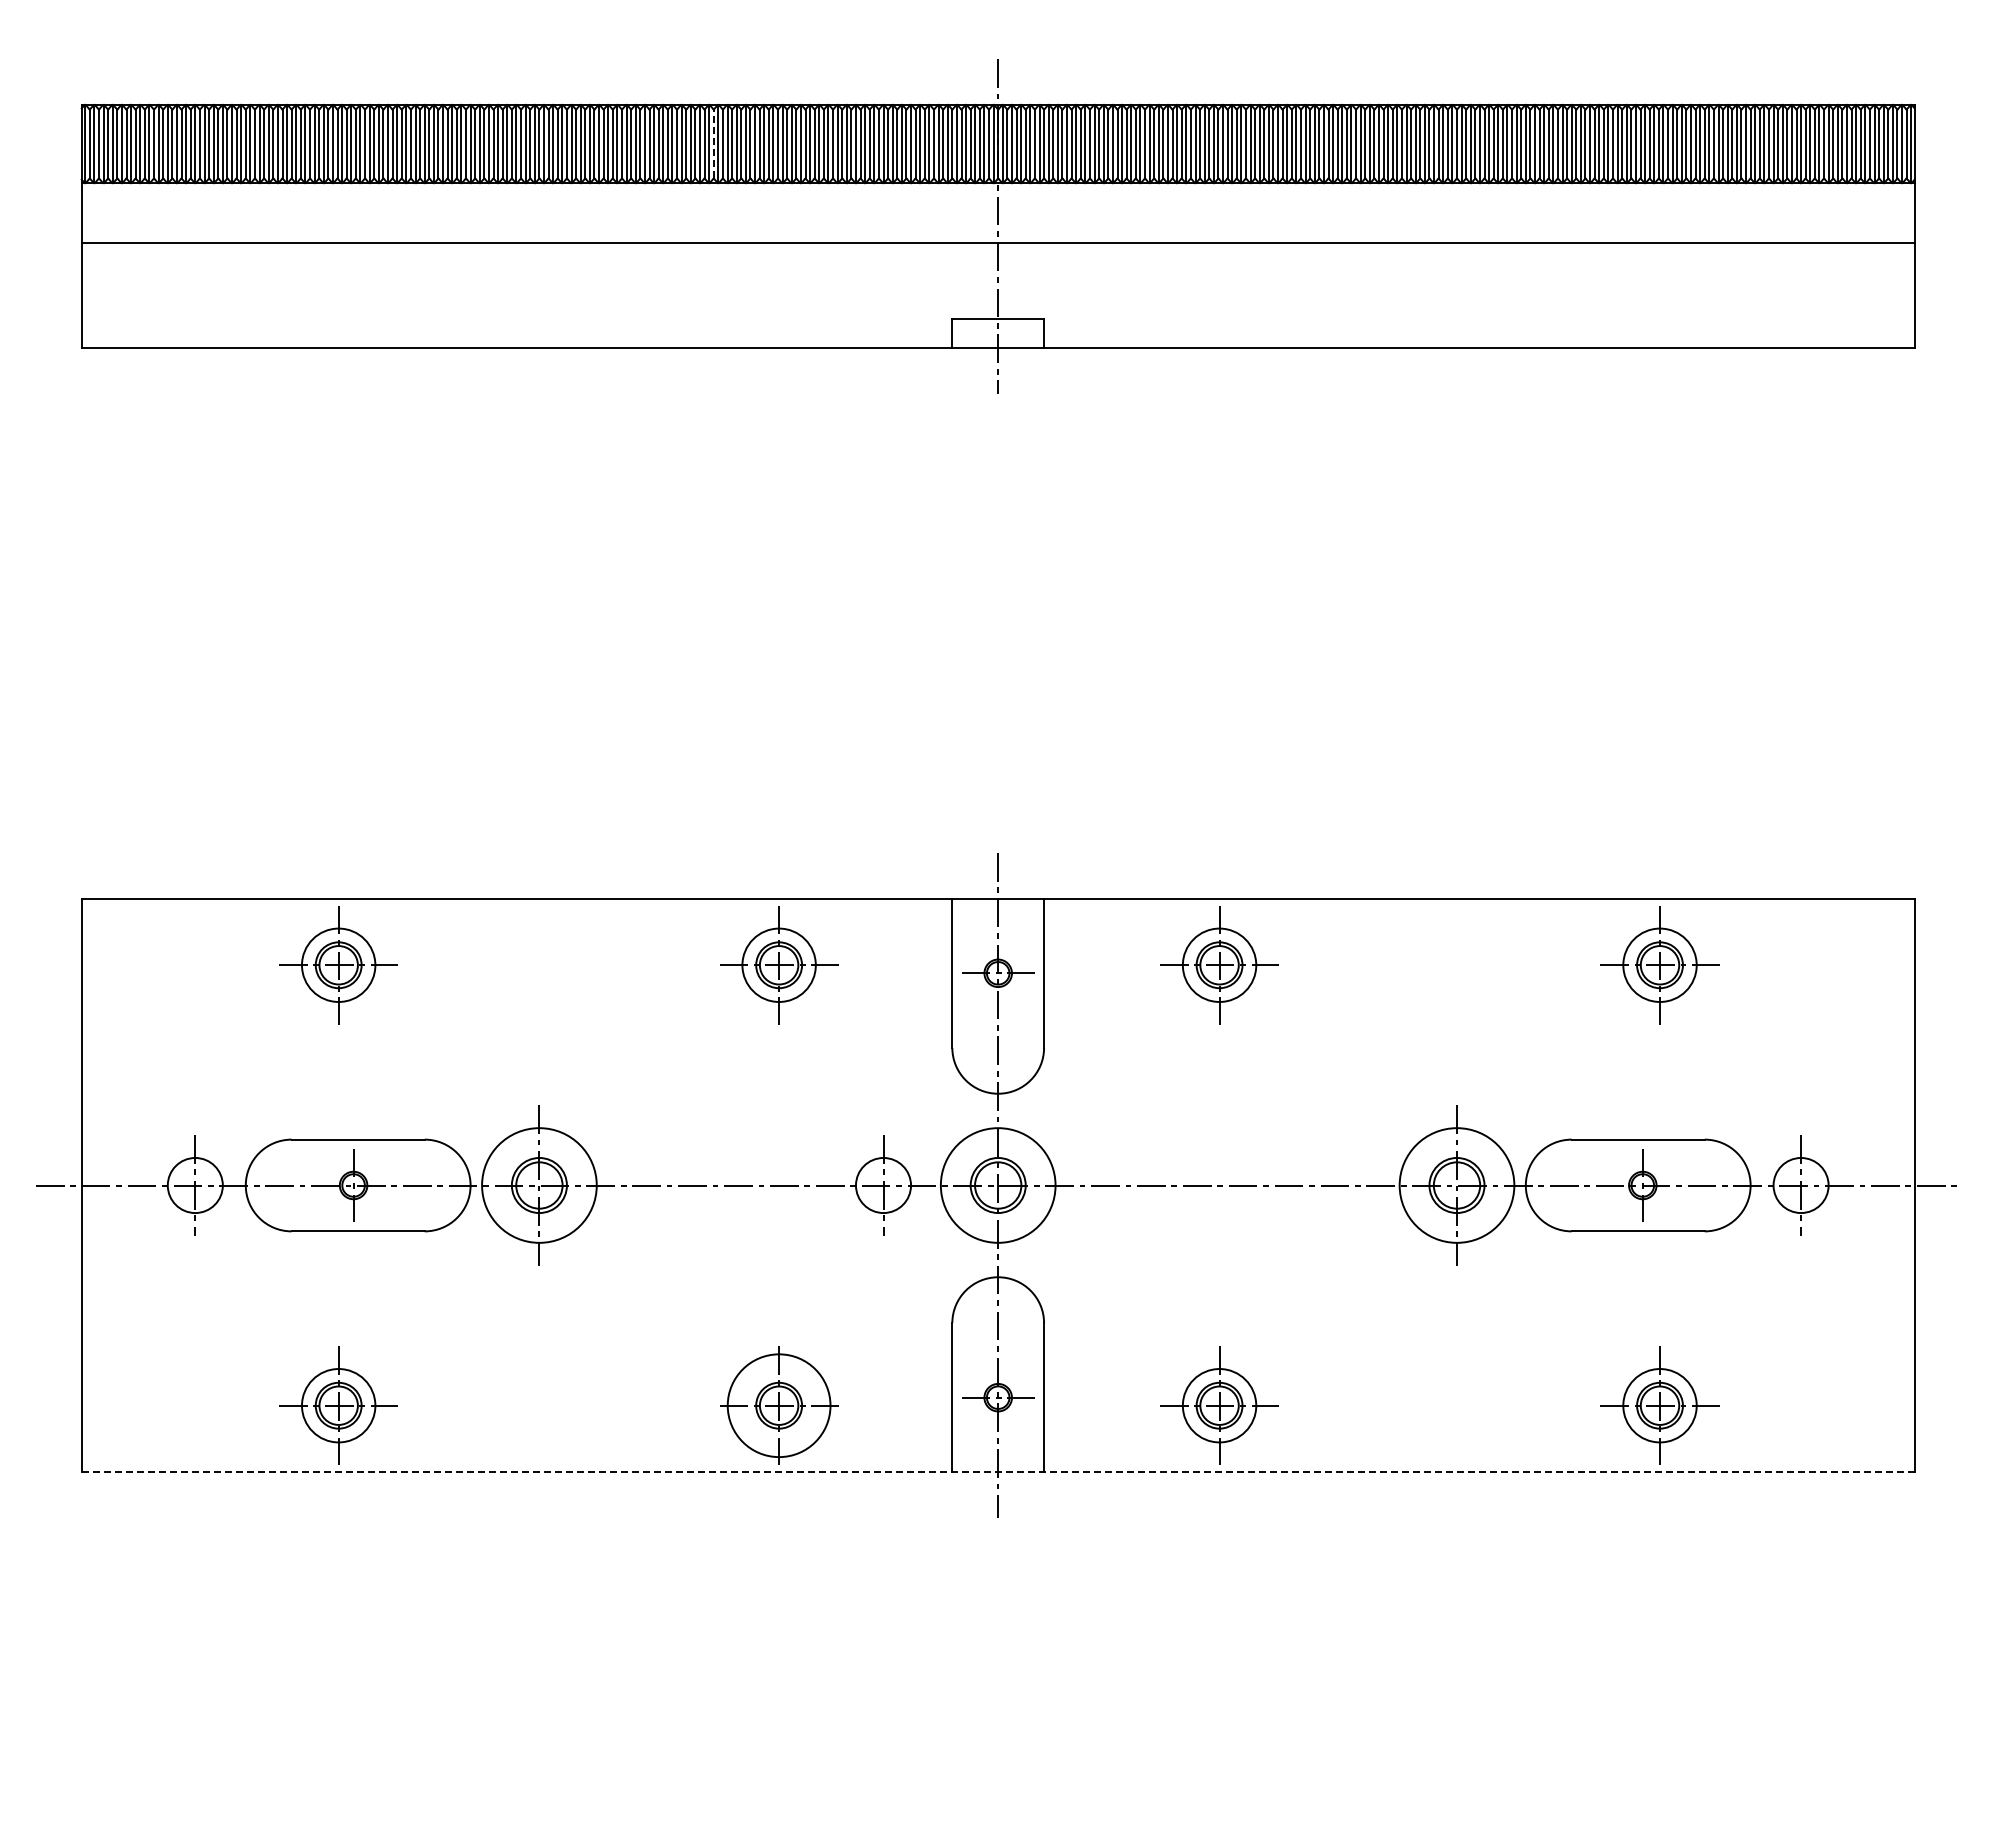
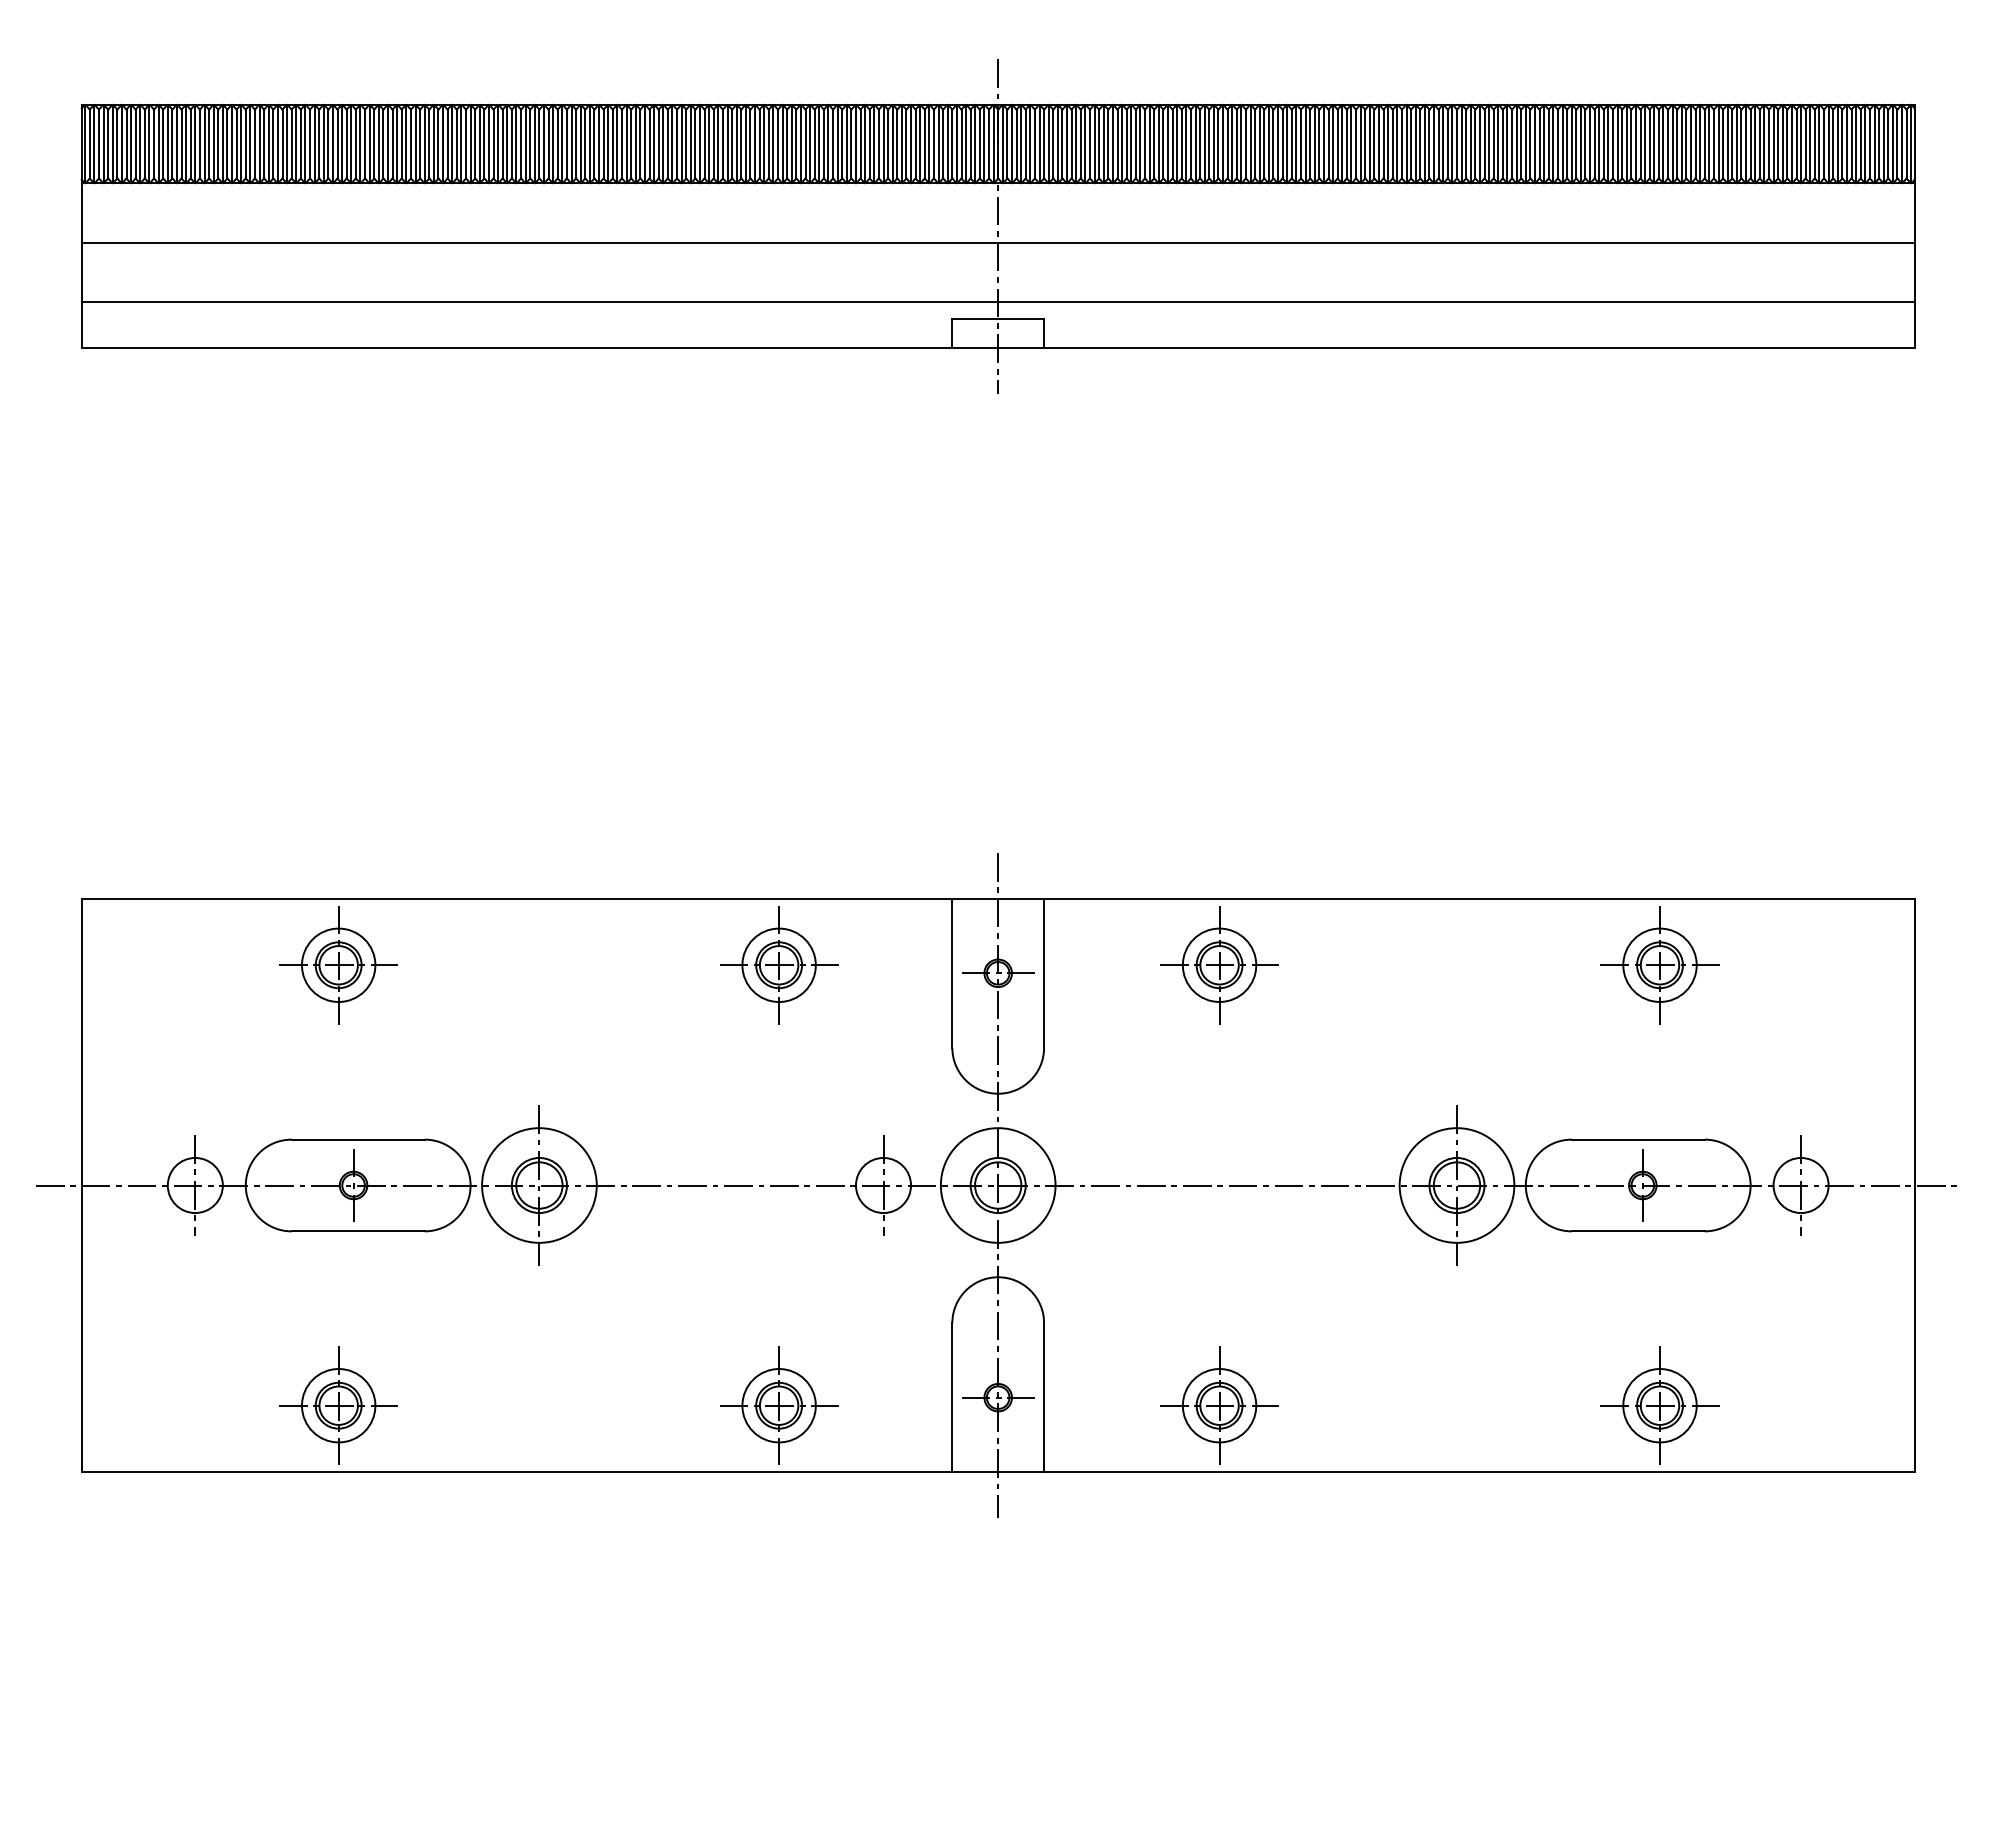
line at (713, 143): dashed -> solid
line at (997, 302): none -> present
circle at (778, 1405) diameter: 103 px -> 73 px
line at (997, 1472): dashed -> solid
